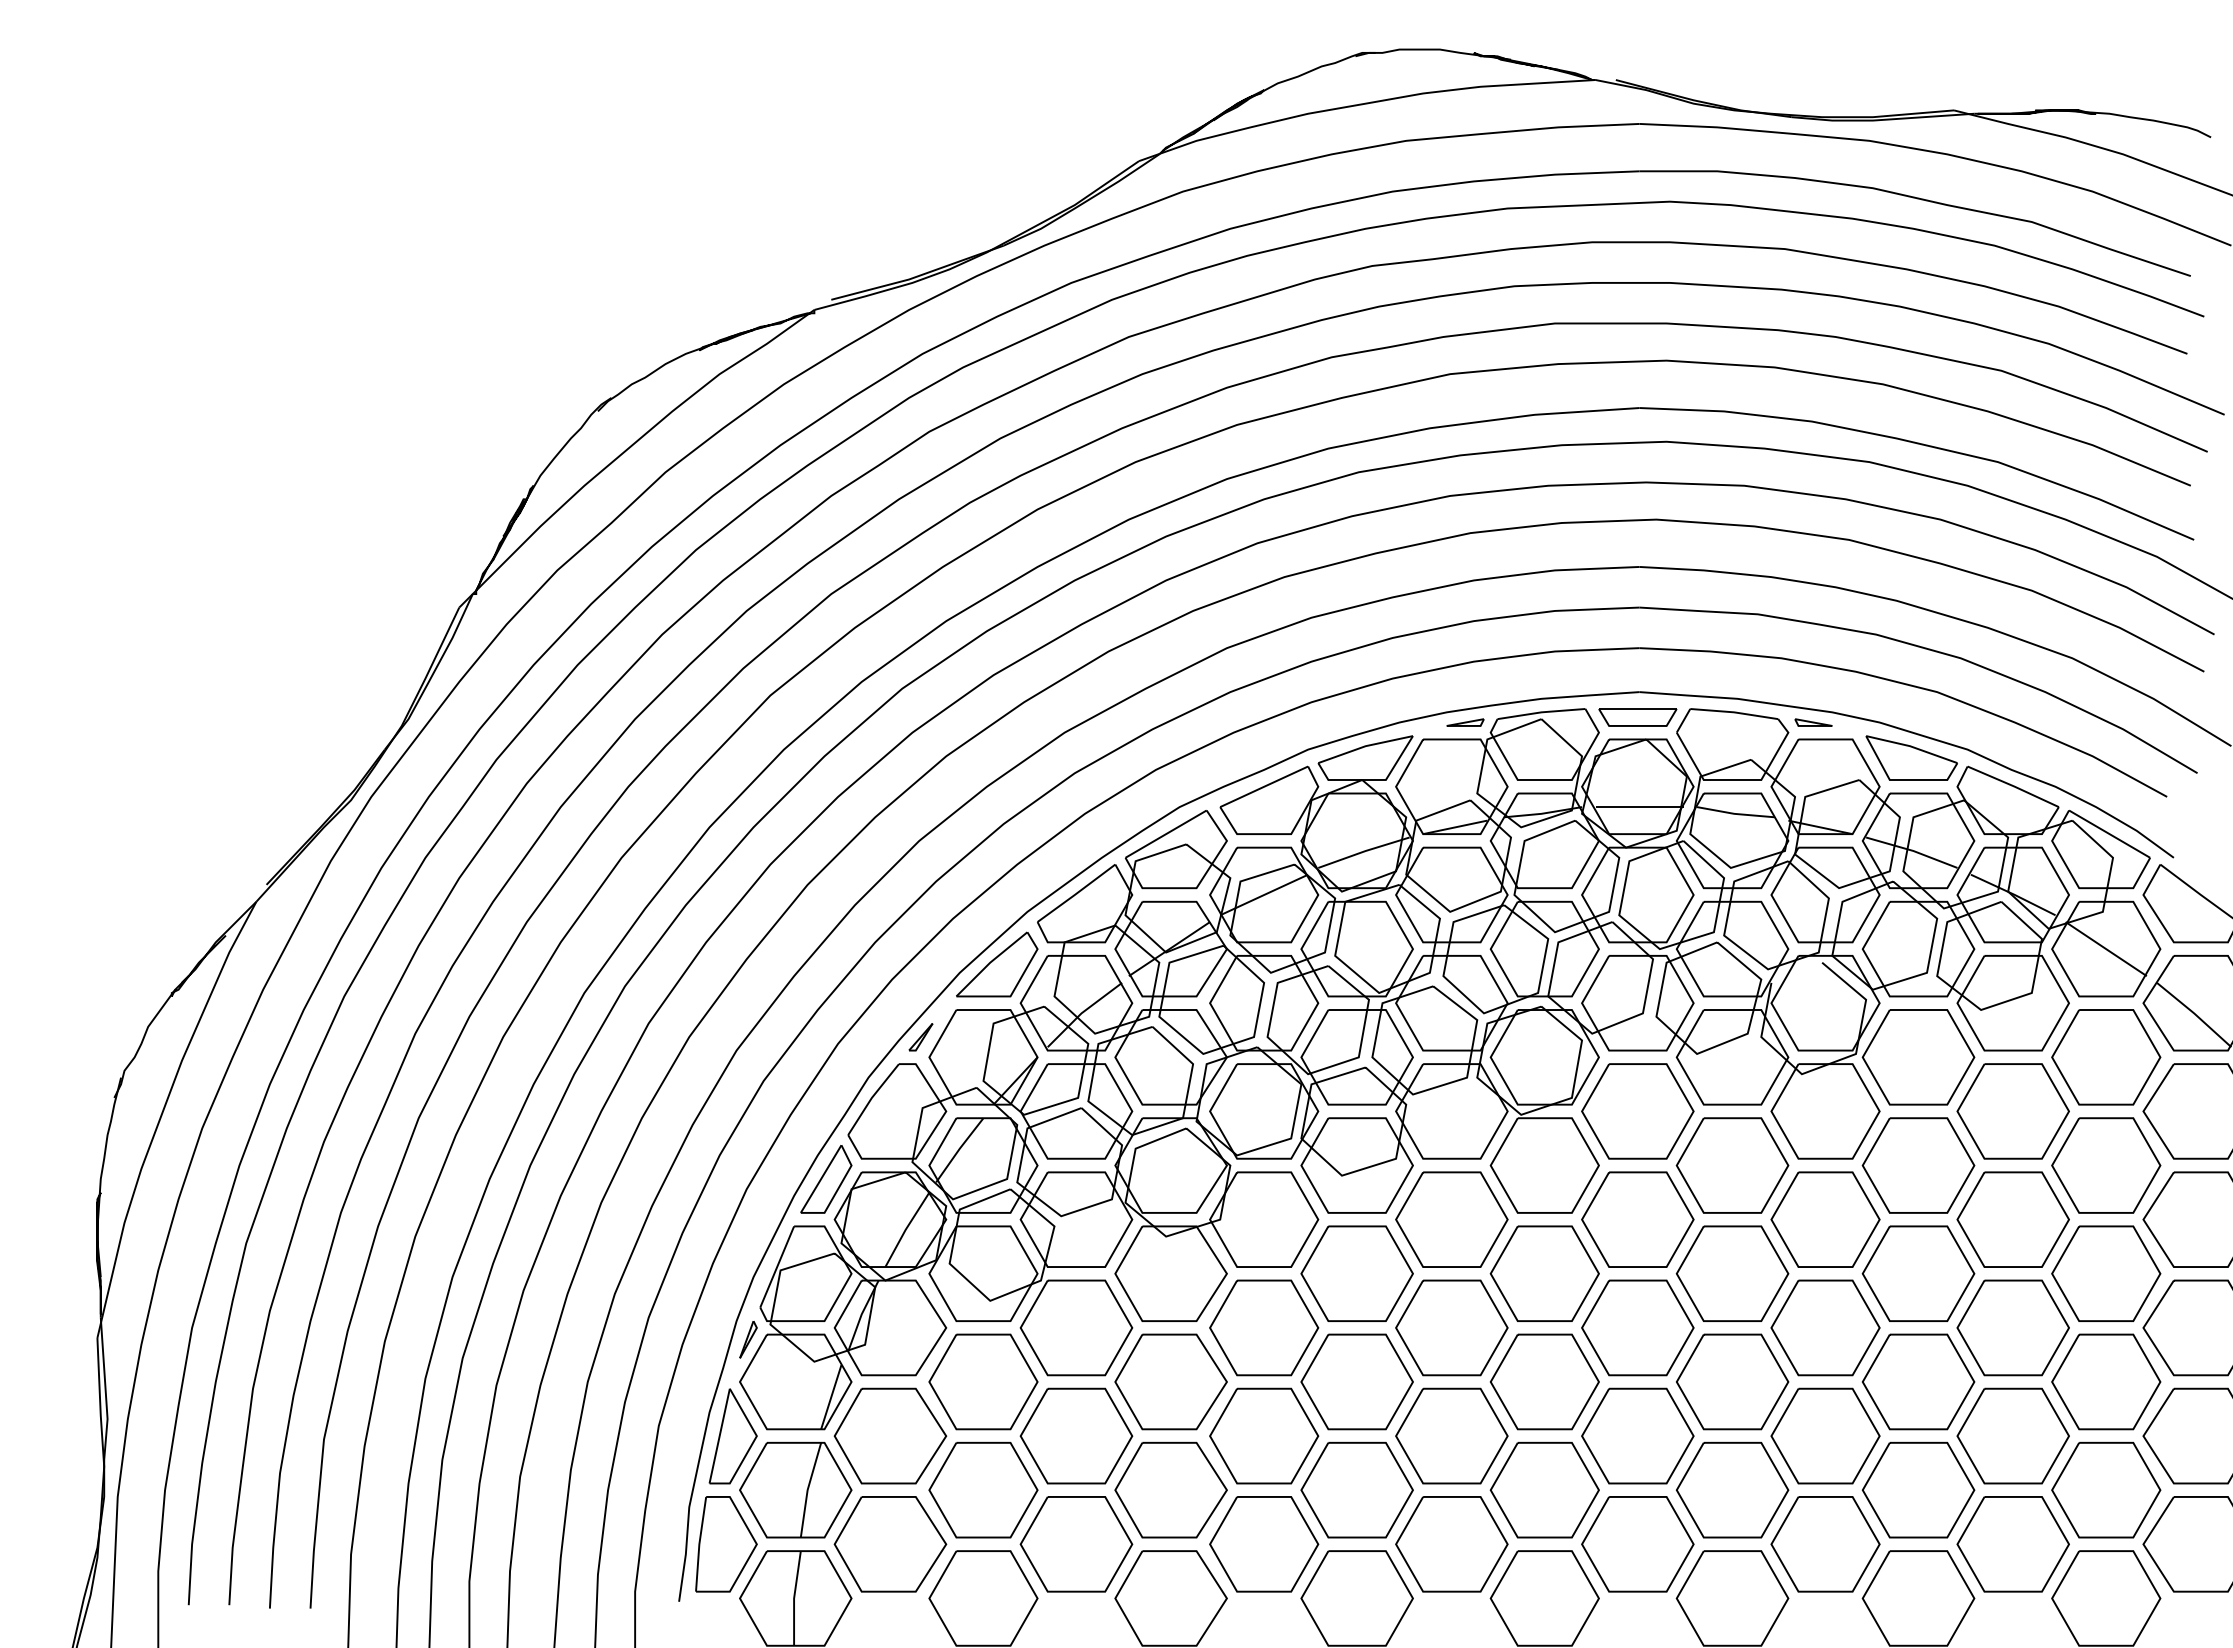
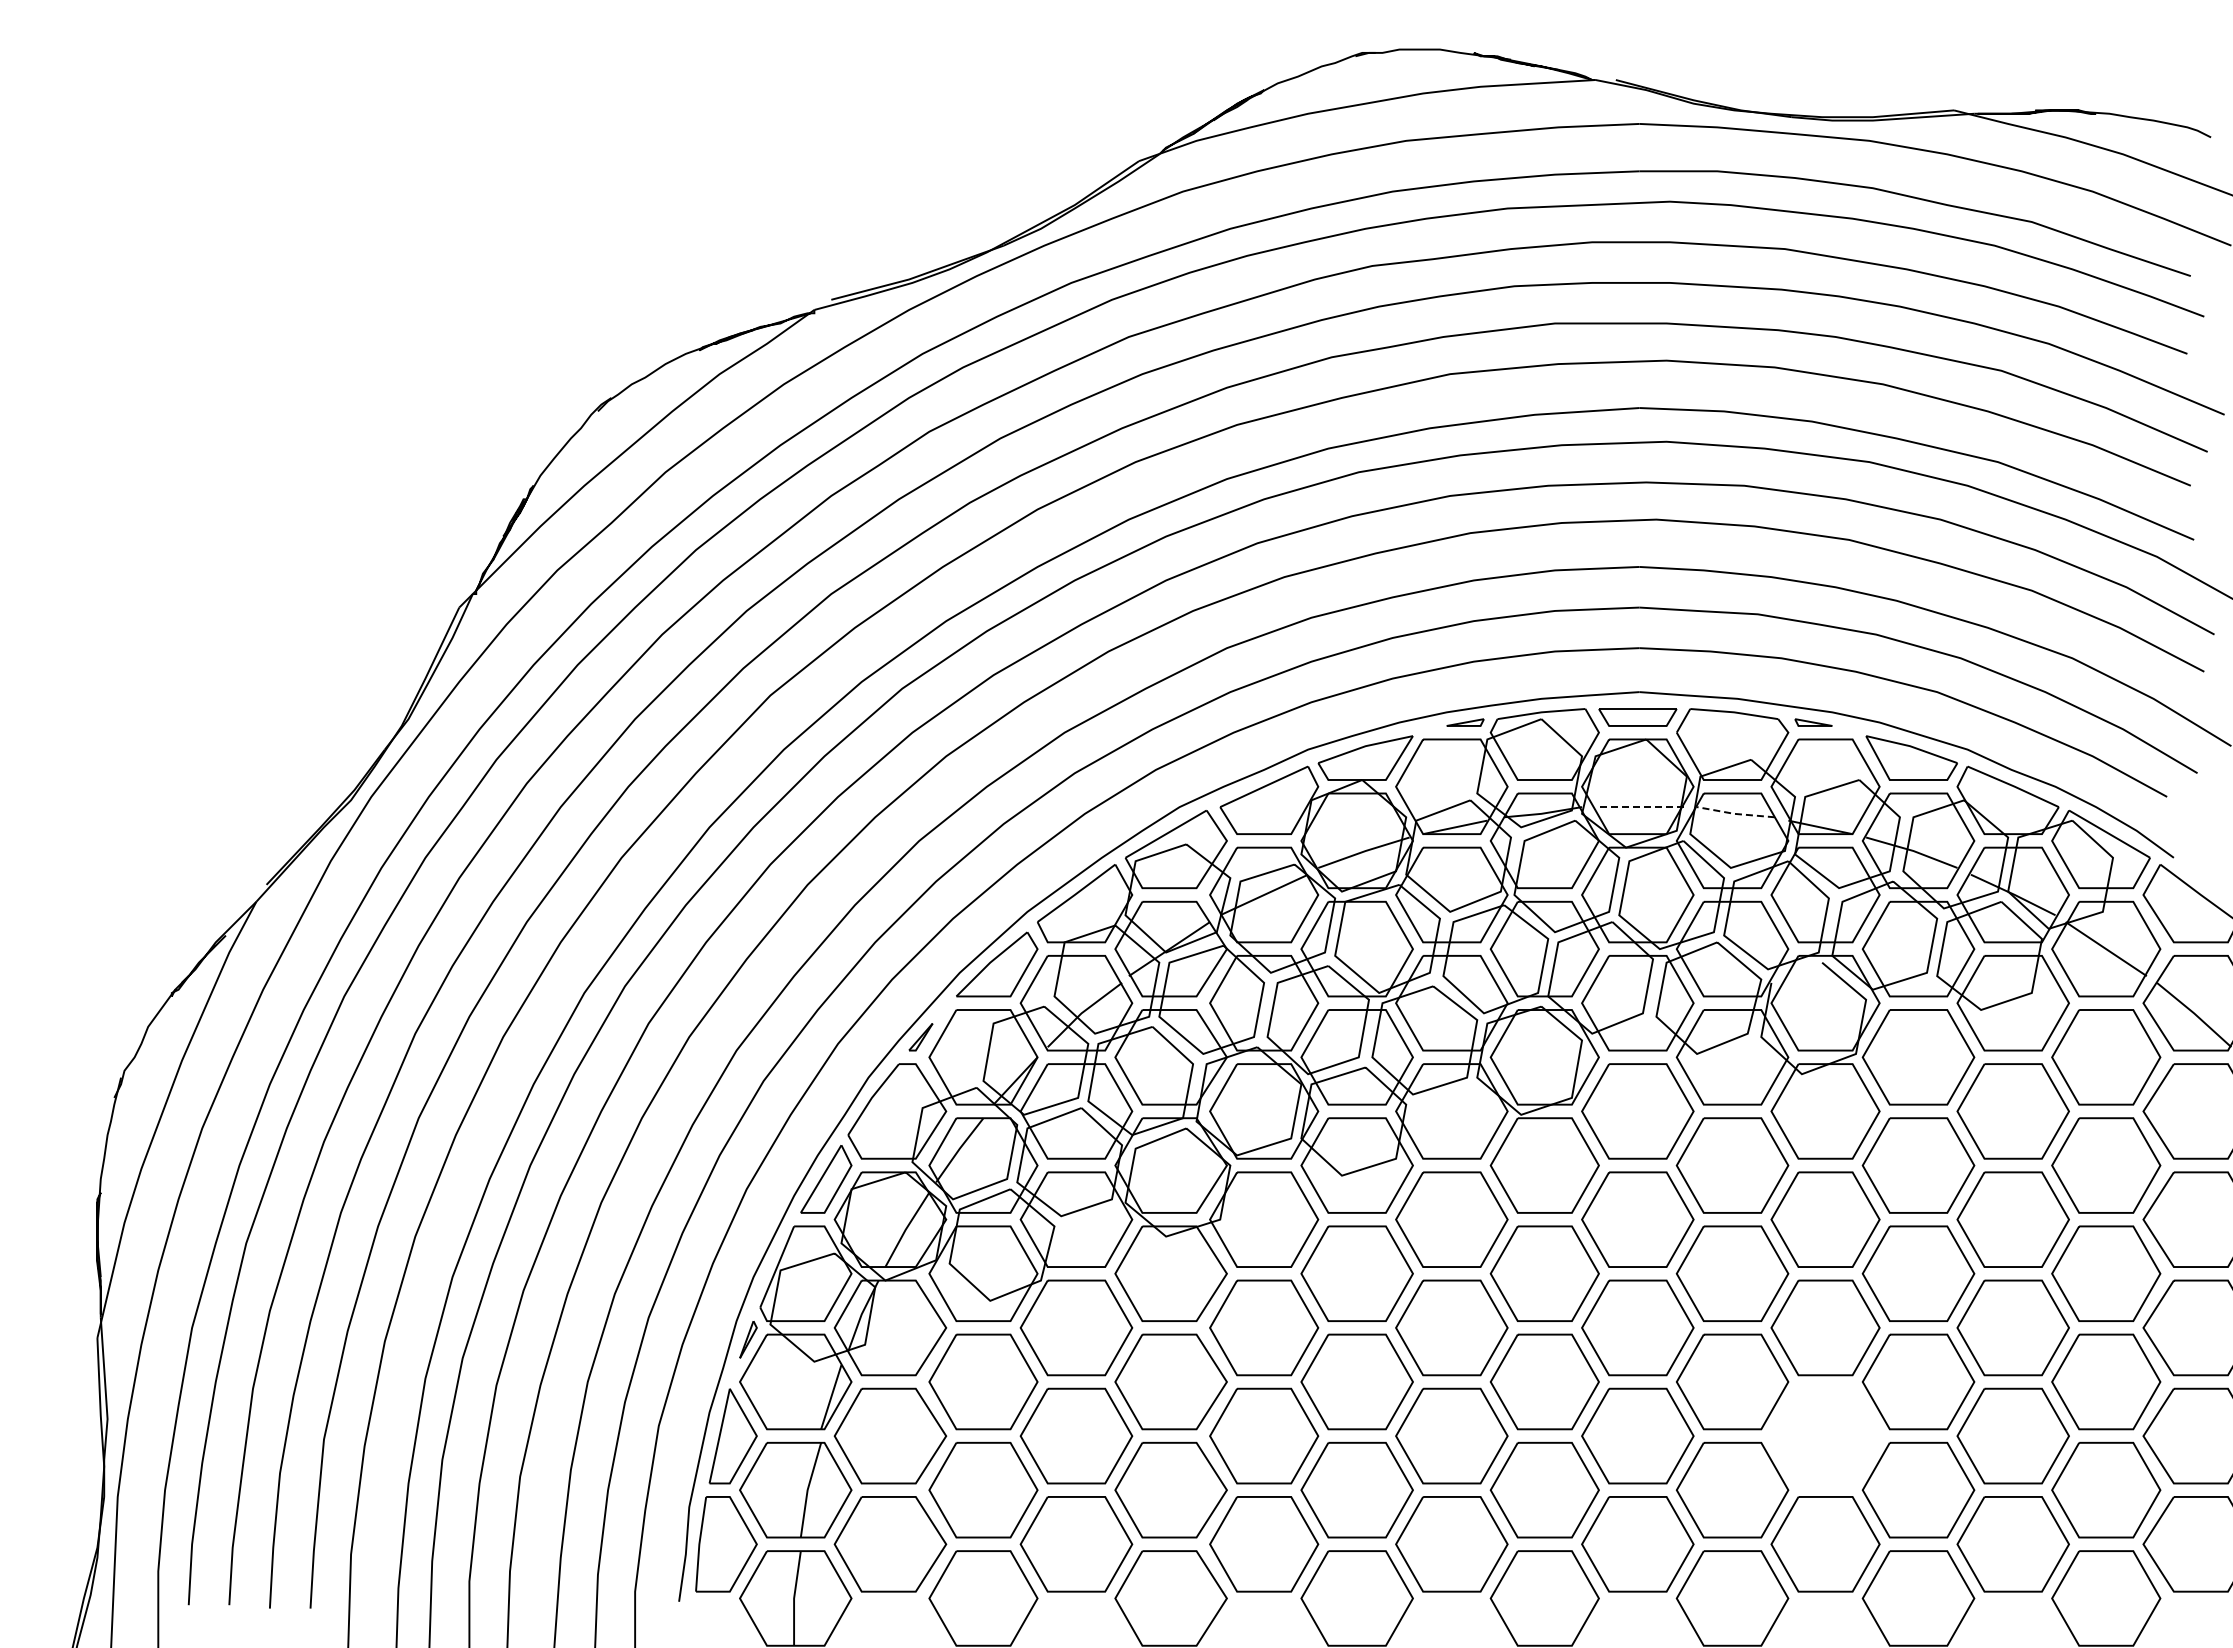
line at (1639, 807): solid -> dashed
line at (1735, 813): solid -> dashed
part at (1825, 1435): present -> none
